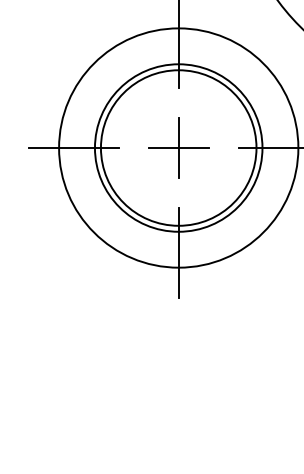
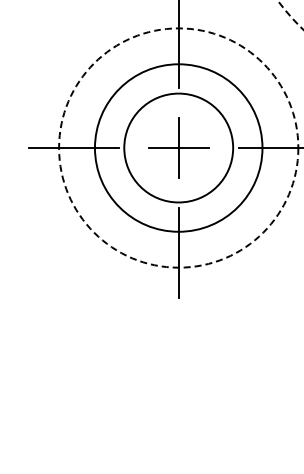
circle at (290, 15): solid -> dashed
circle at (178, 147) diameter: 156 px -> 109 px
circle at (178, 147): solid -> dashed
